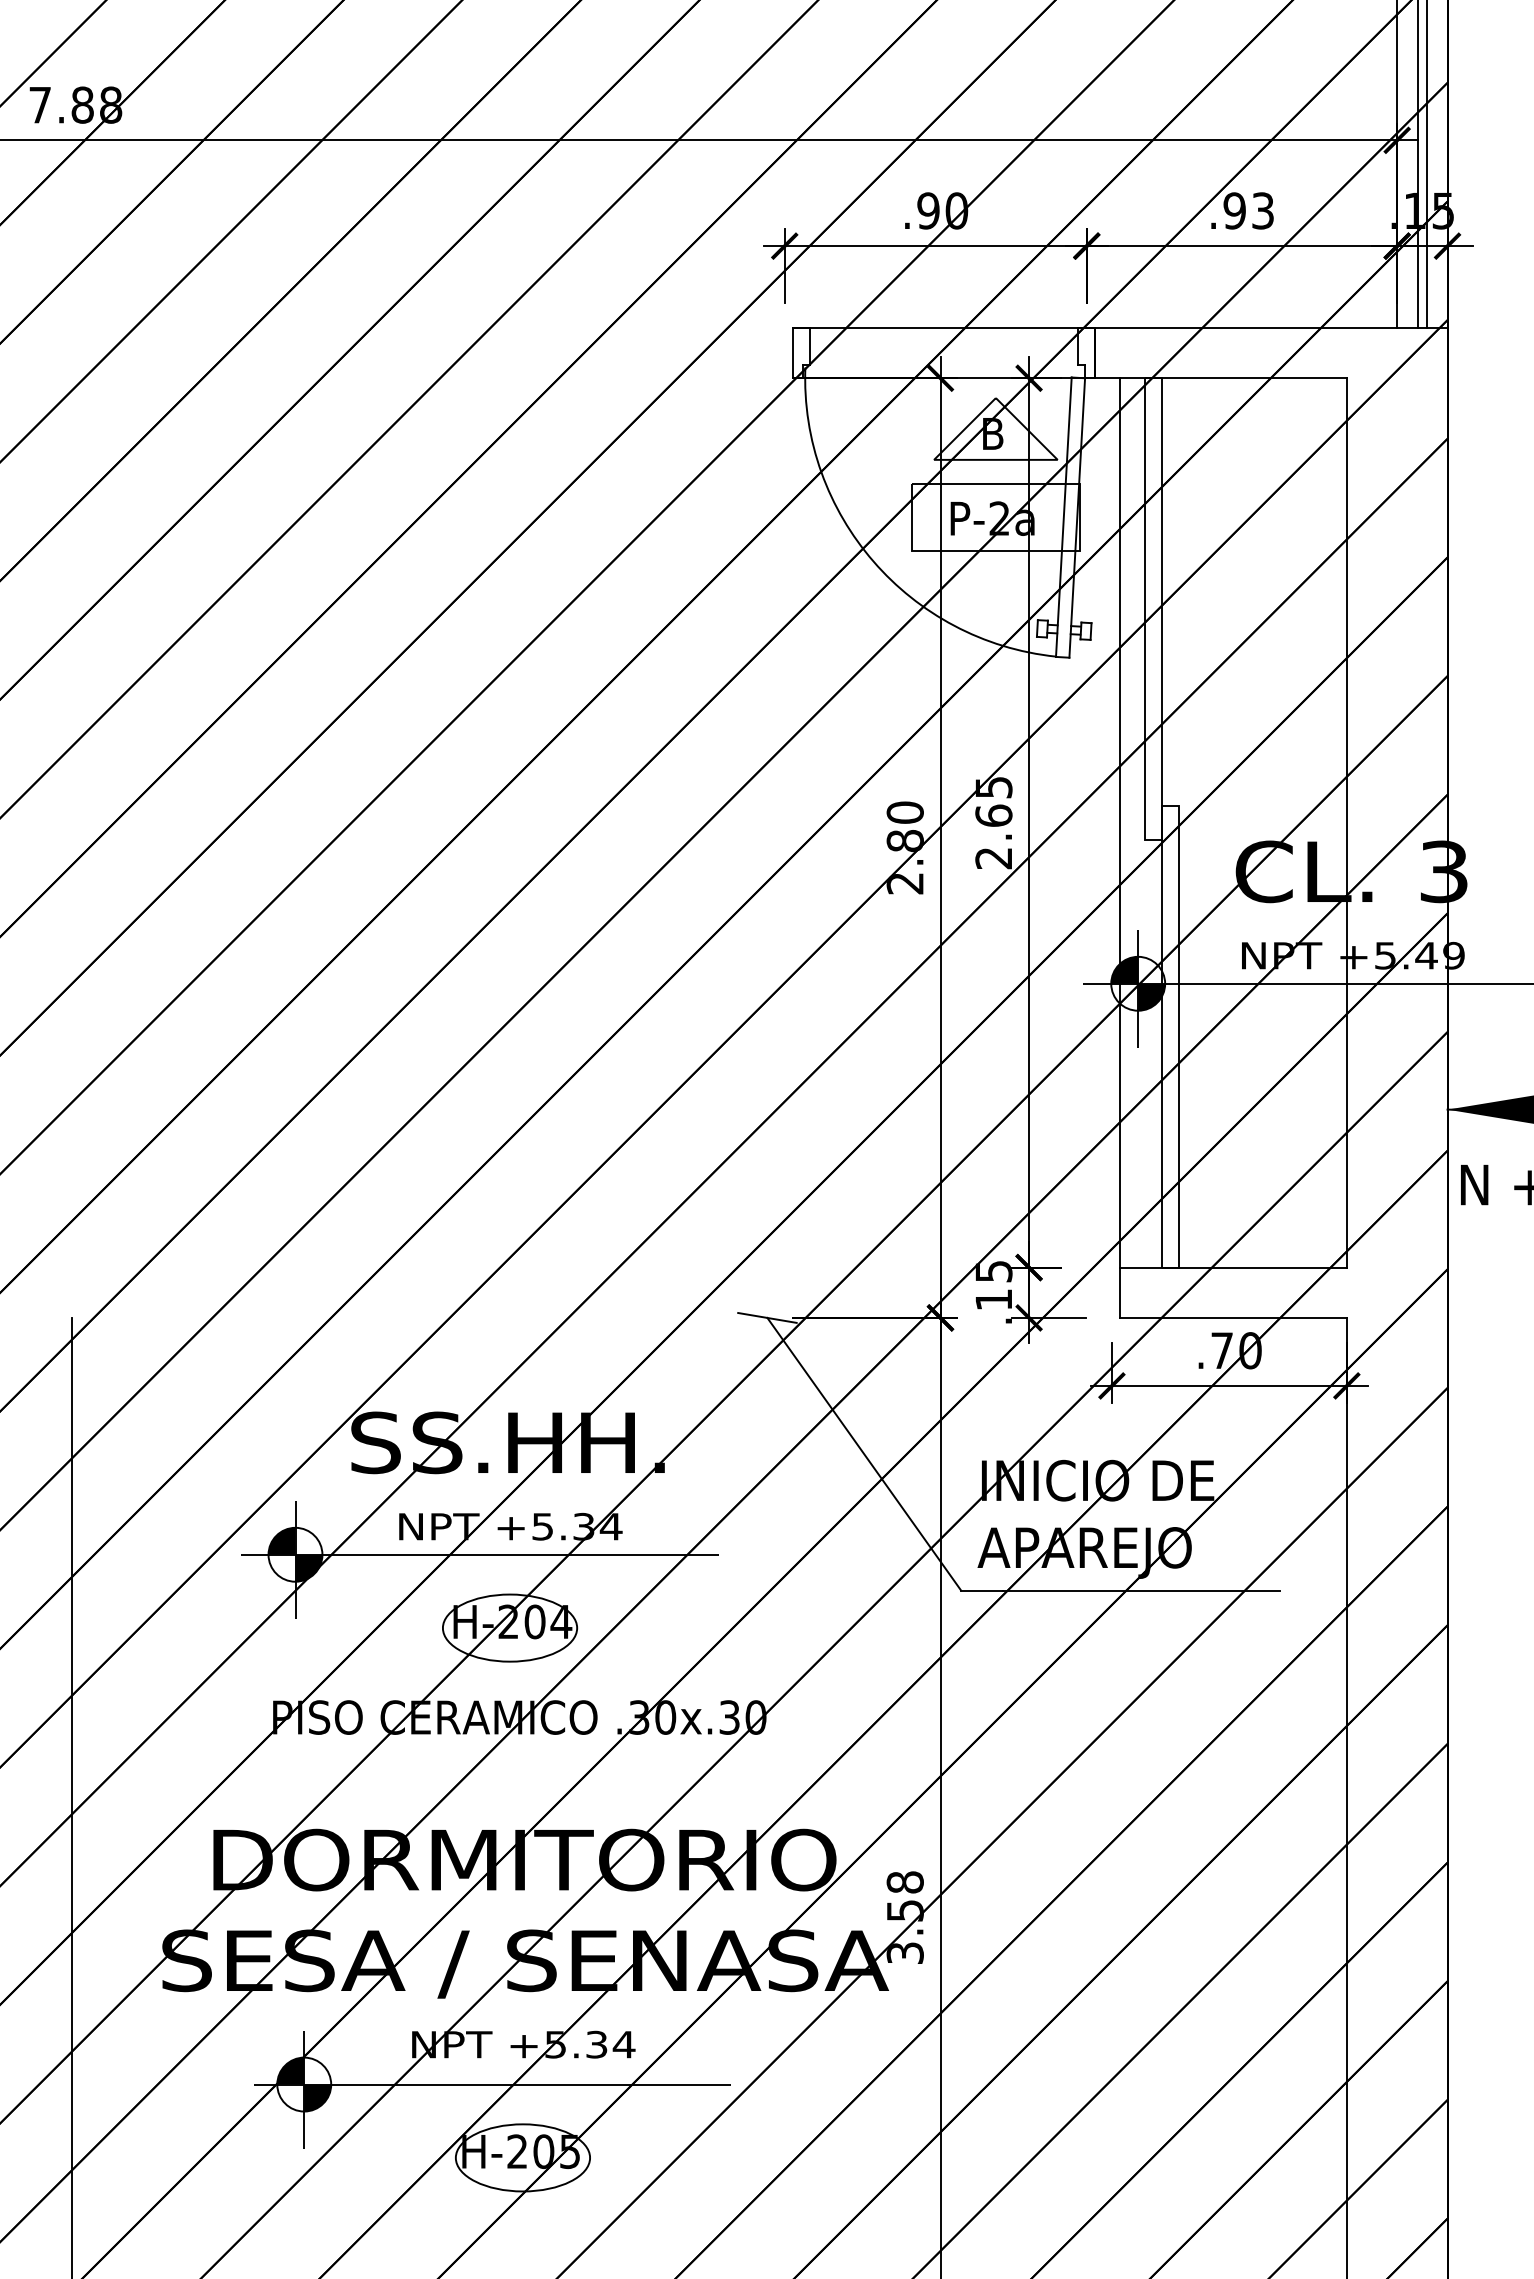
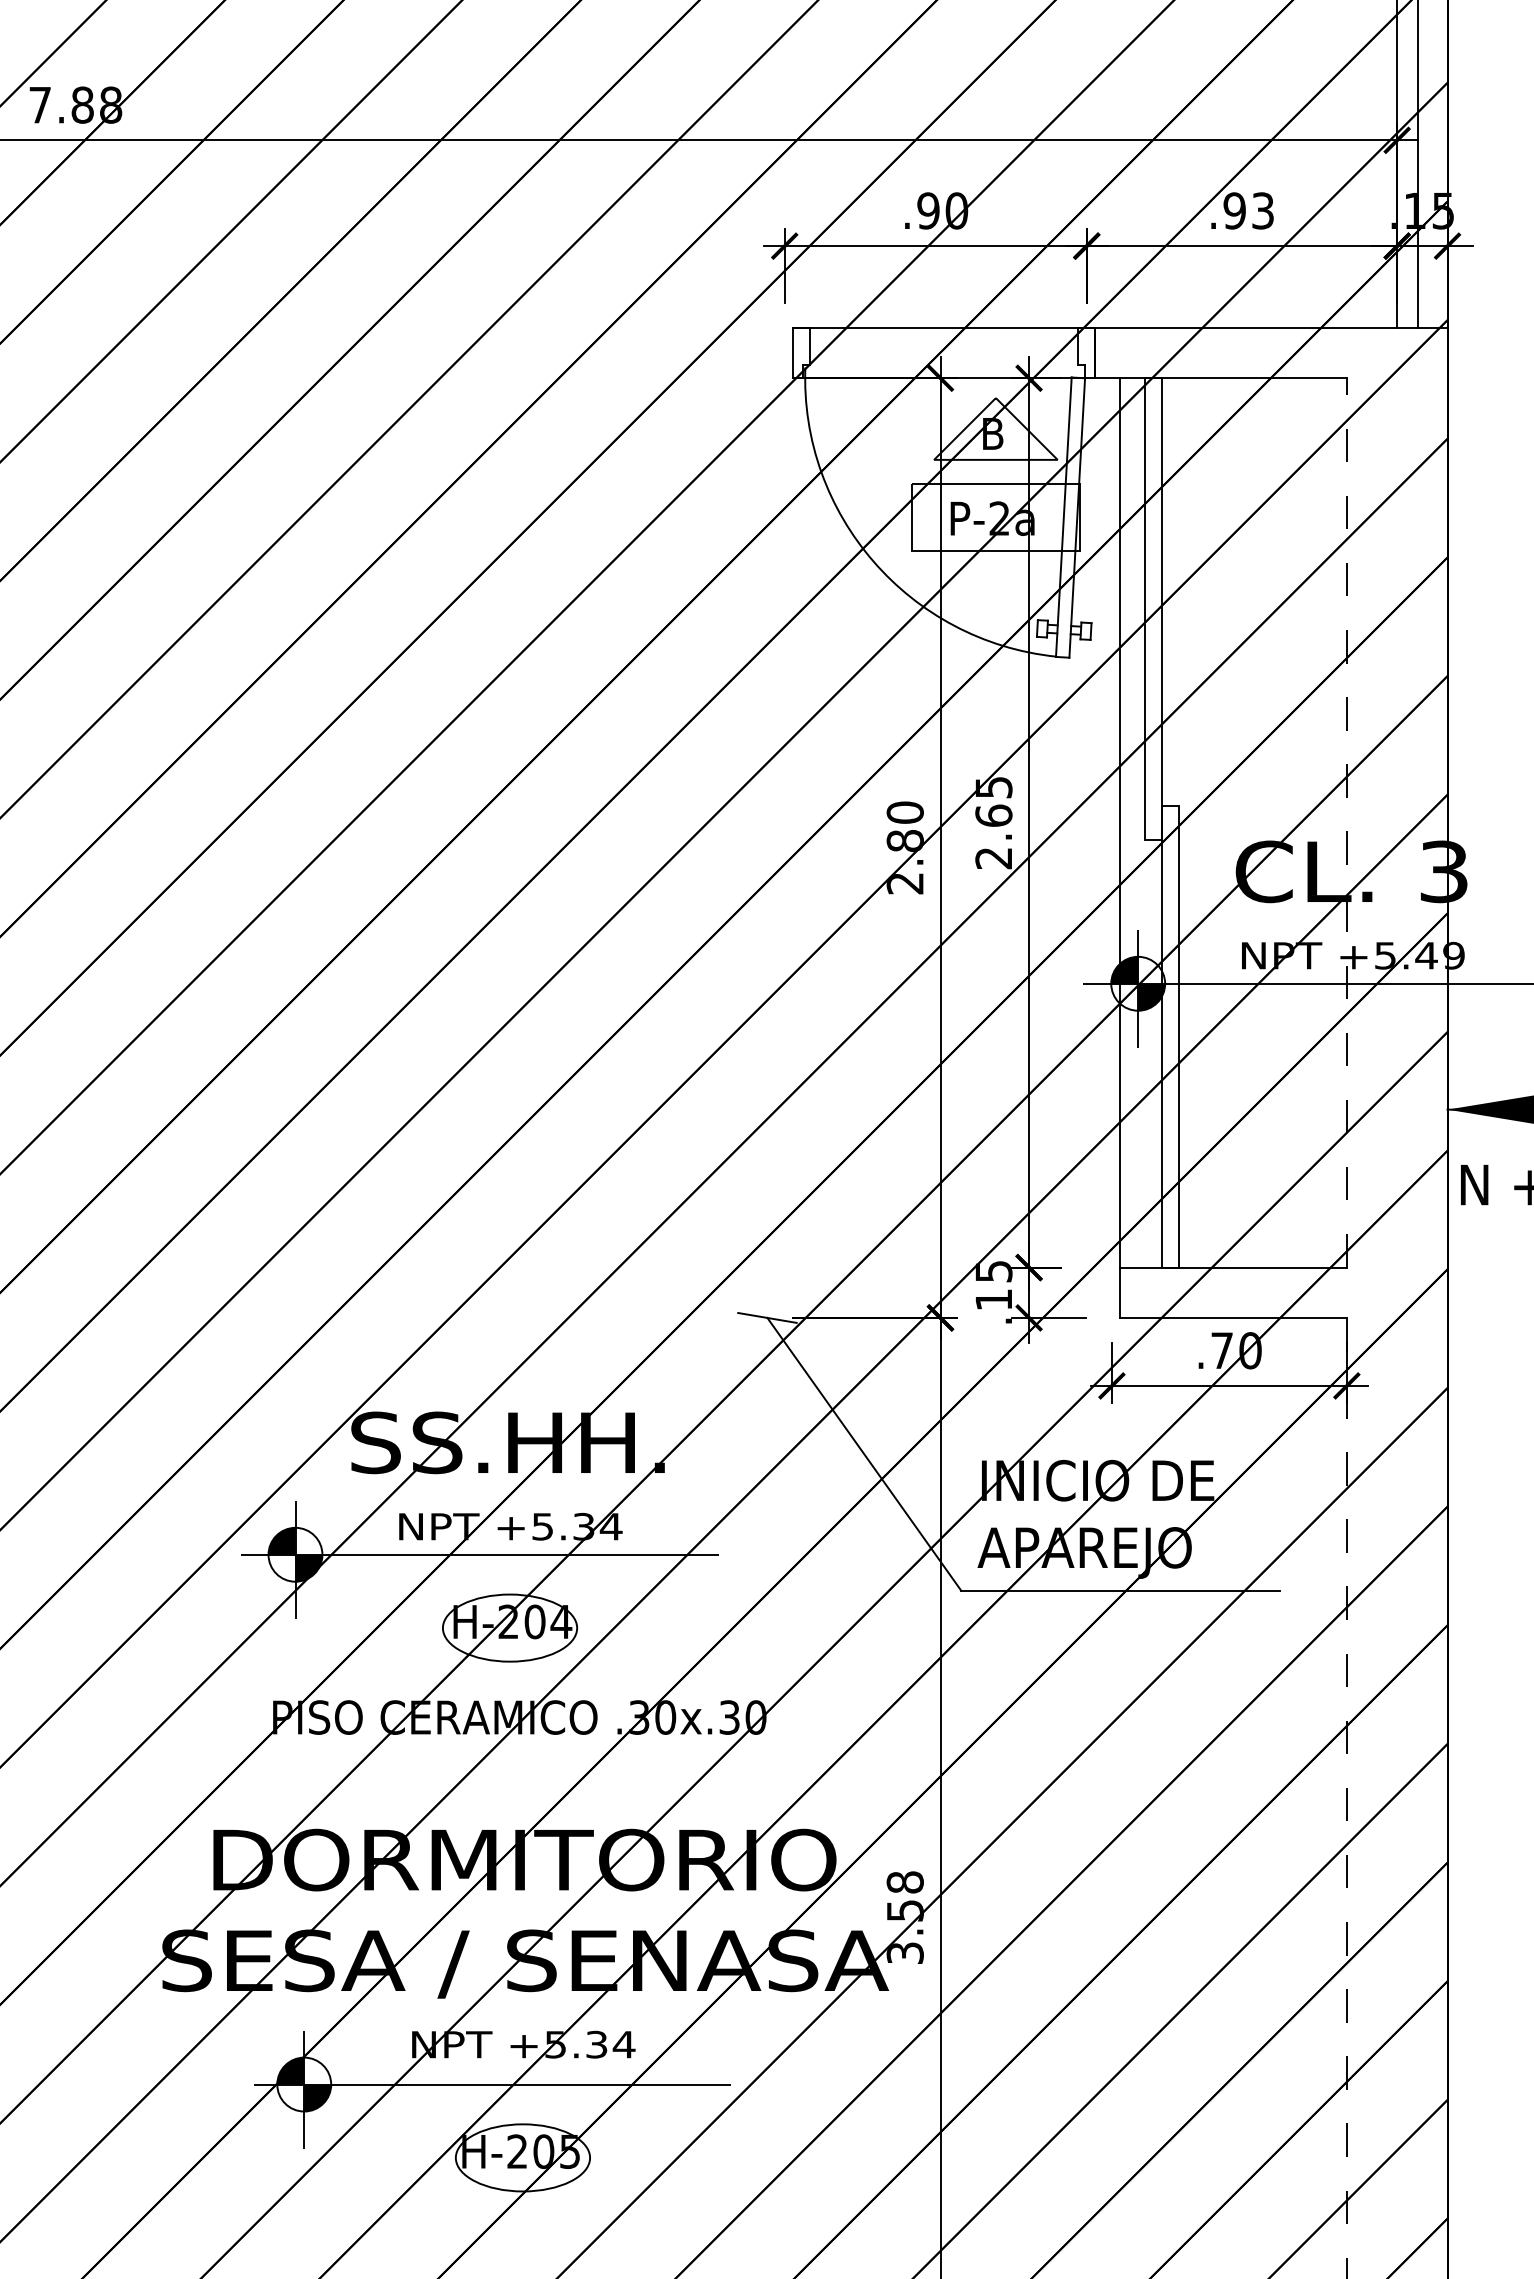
line at (1426, 164): present -> none
line at (1346, 822): solid -> dashed
line at (71, 1796): present -> none
line at (1346, 1798): solid -> dashed
